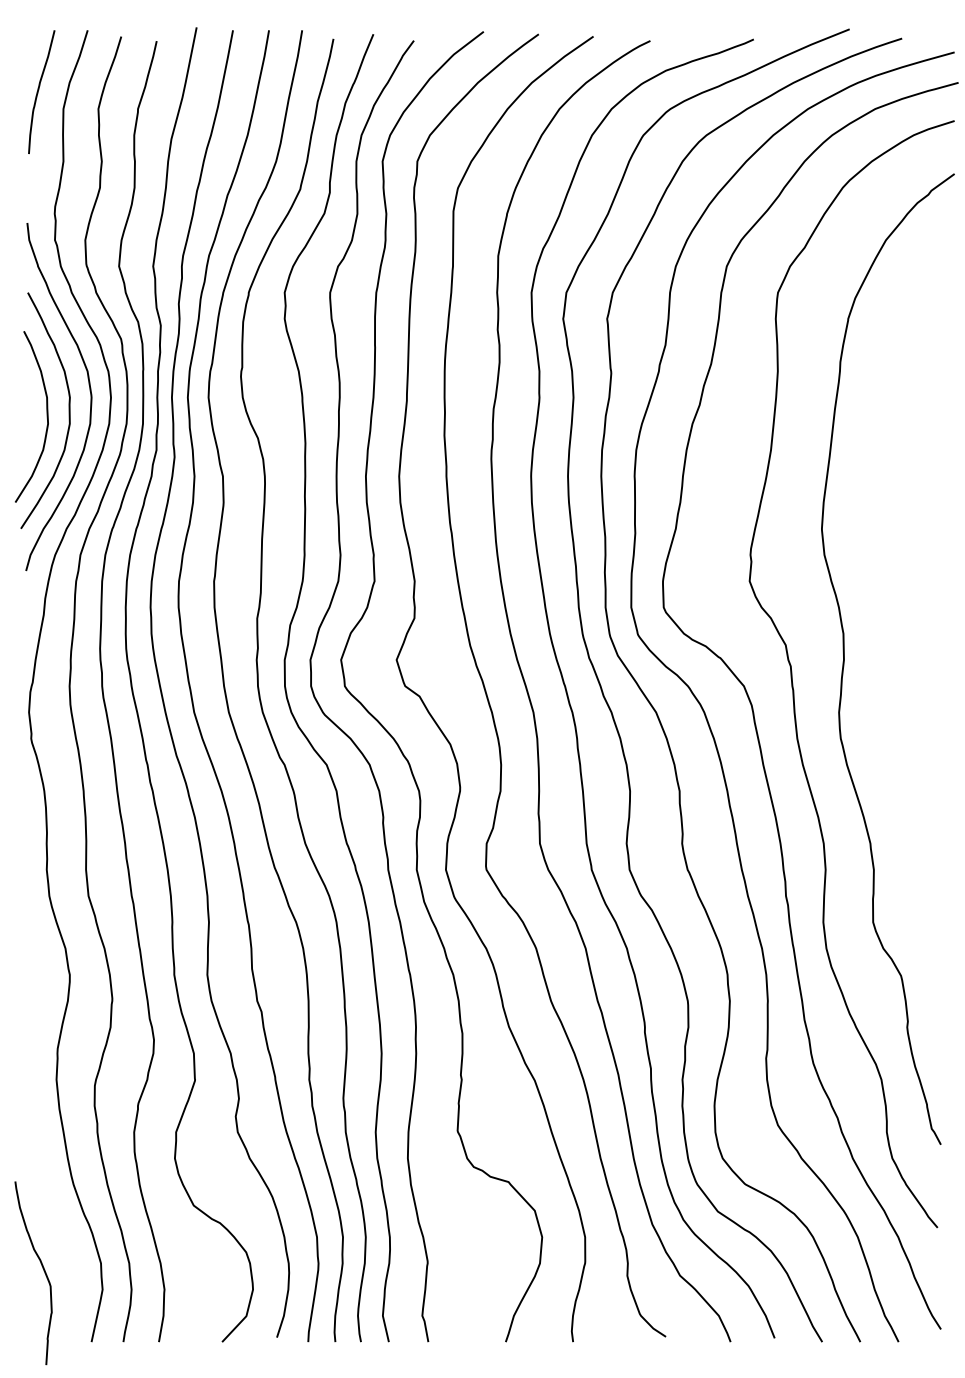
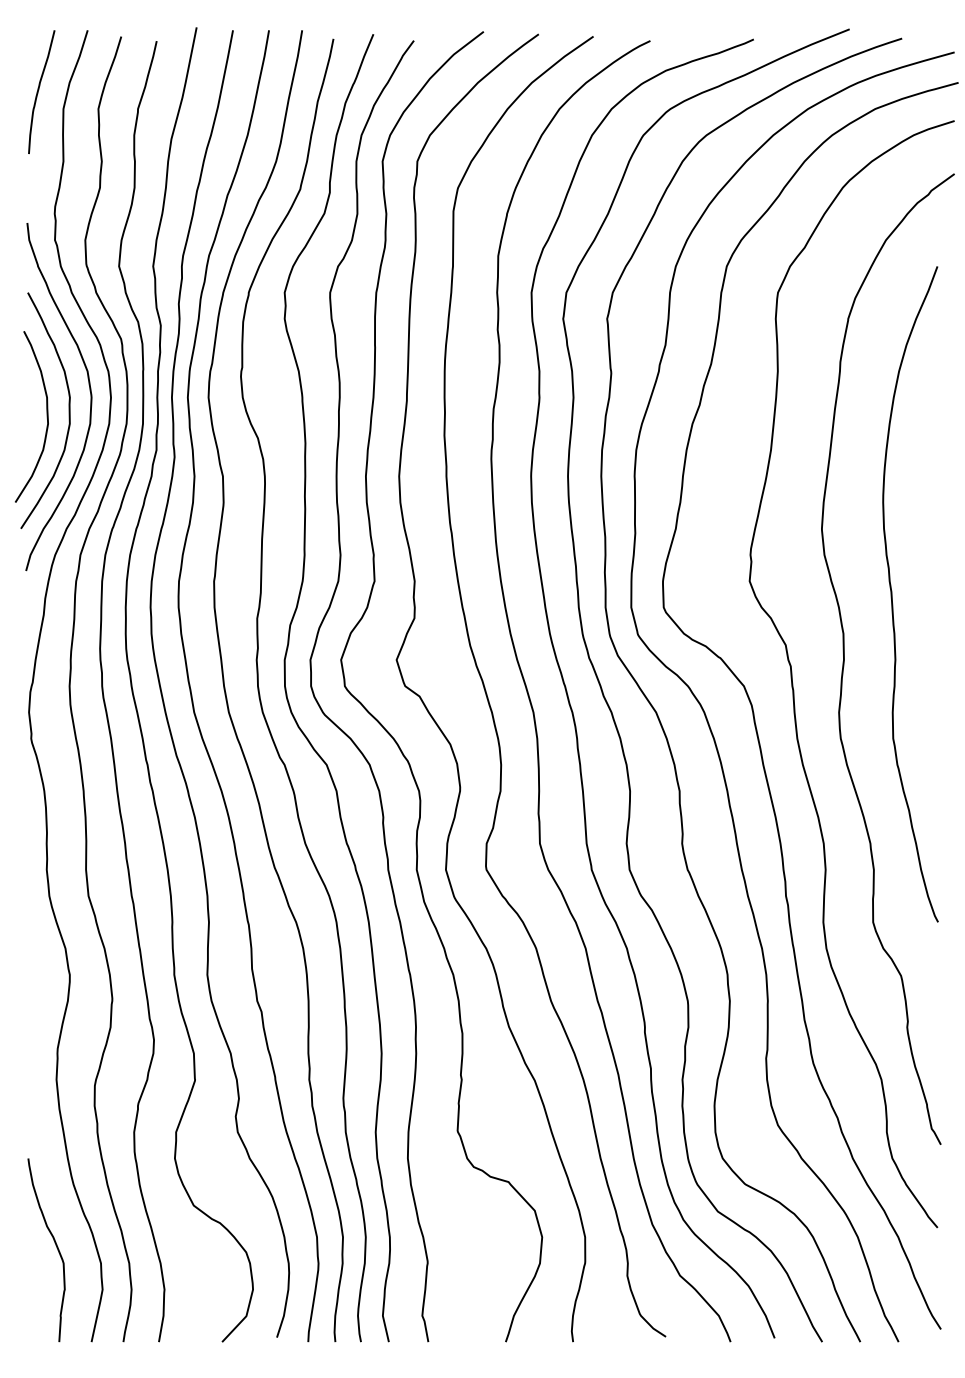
curve at (892, 594): none -> present
curve at (43, 1271) position: (43, 1271) -> (56, 1248)
